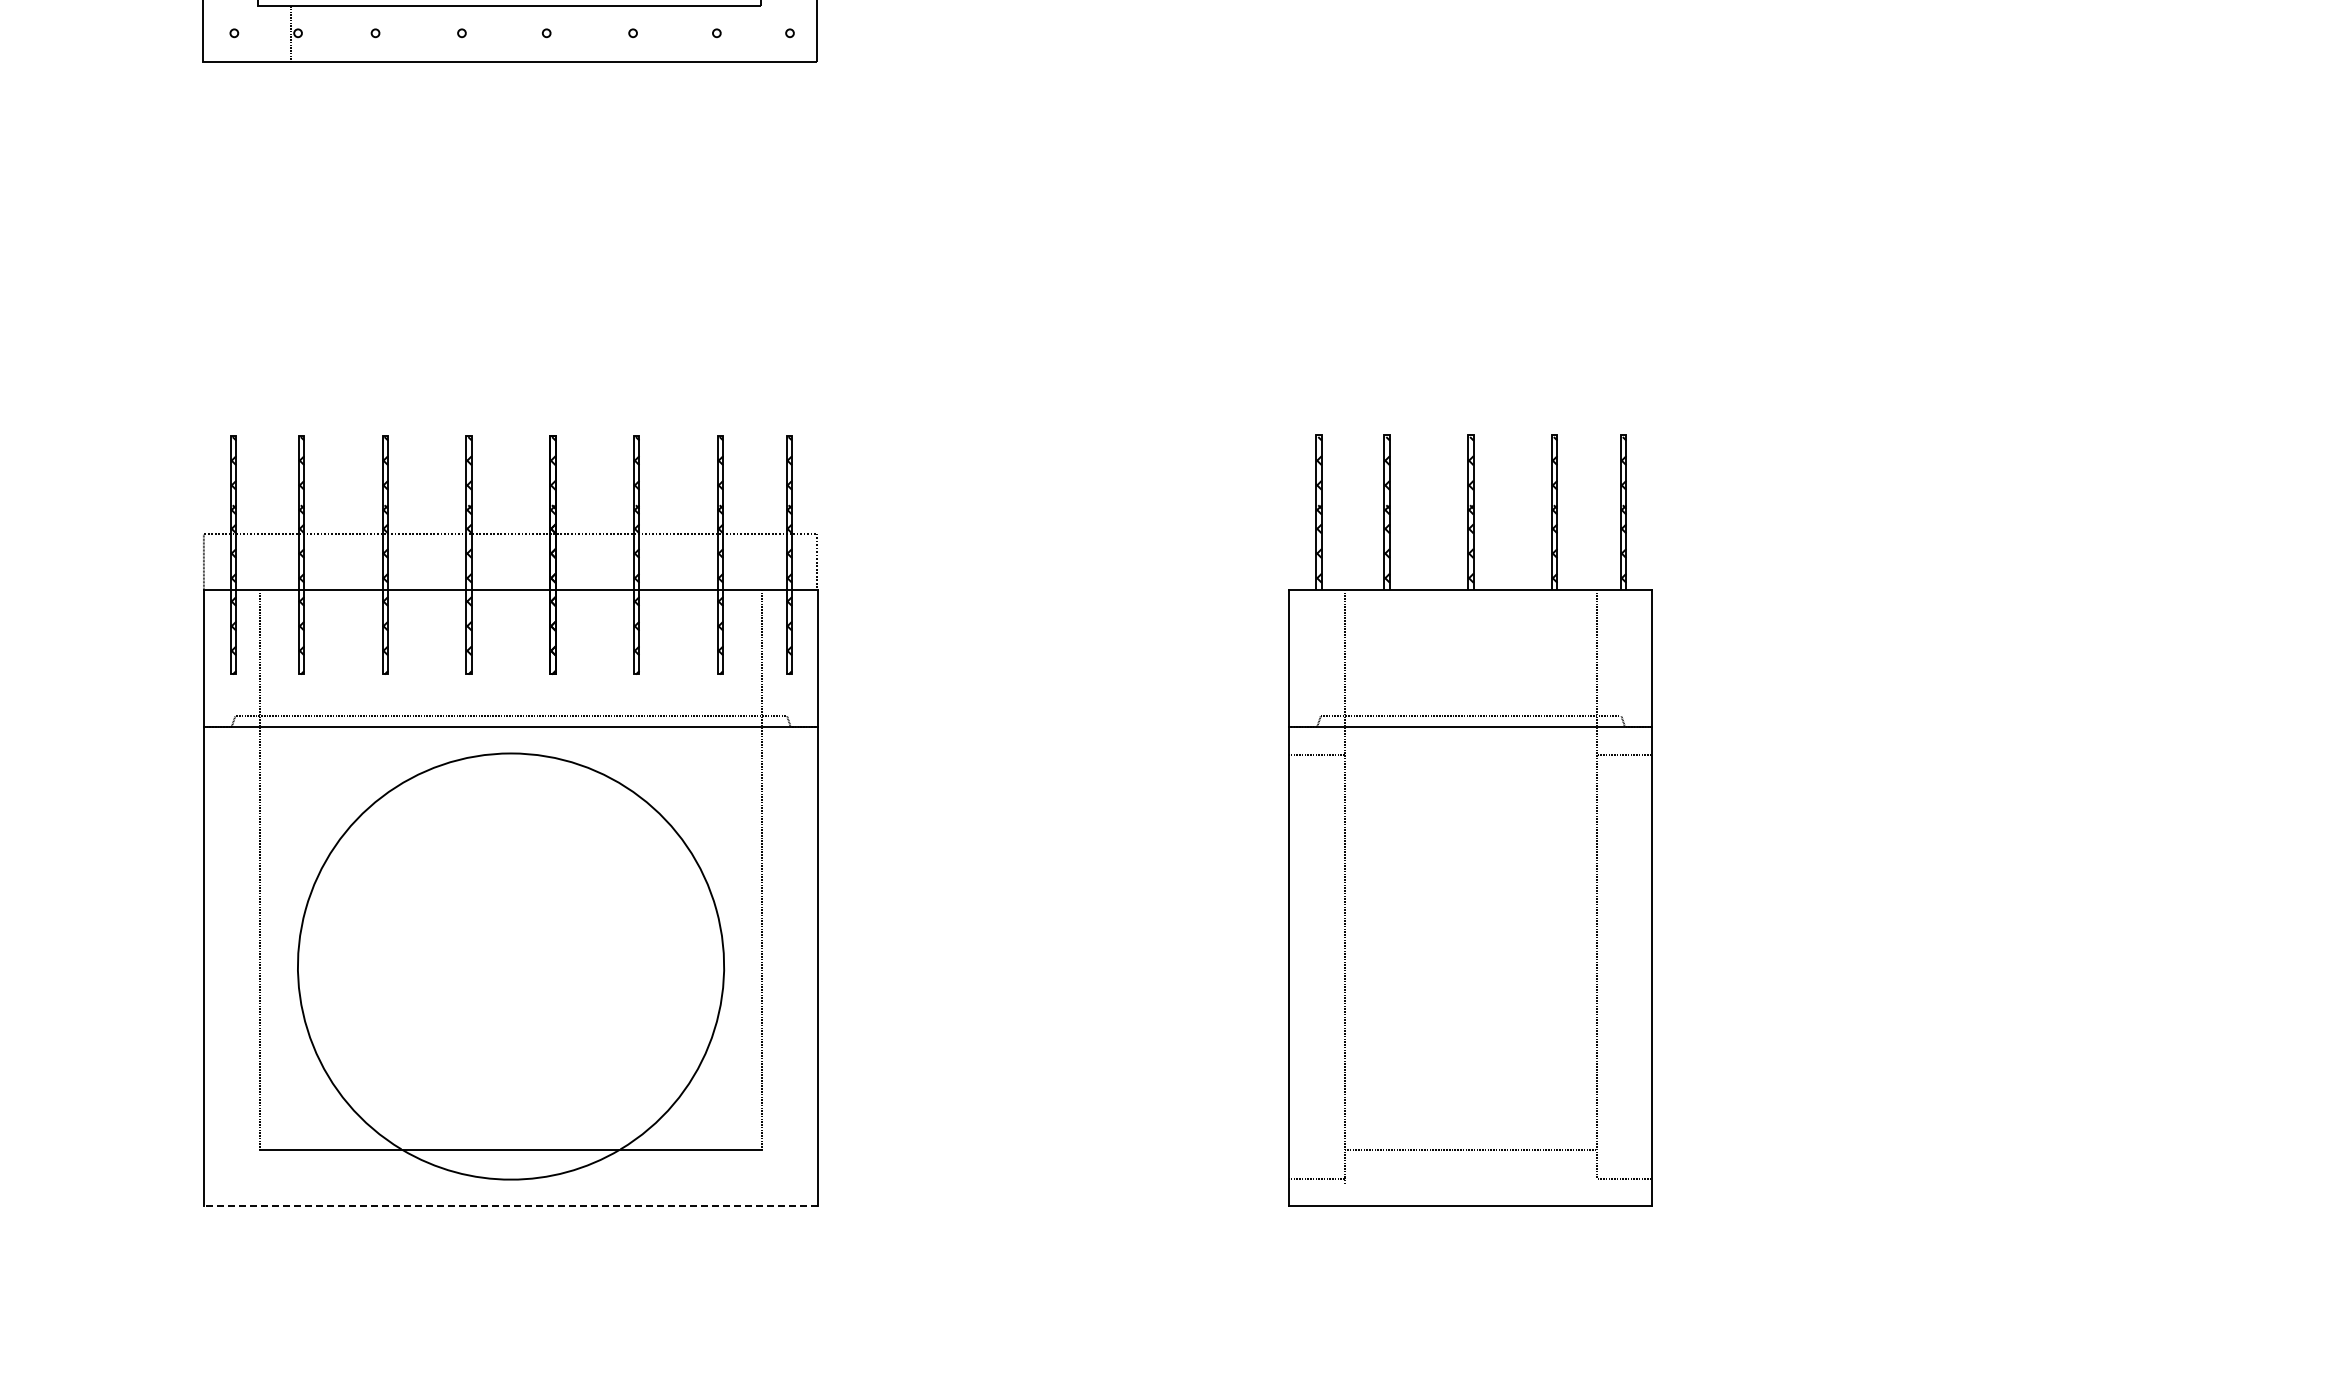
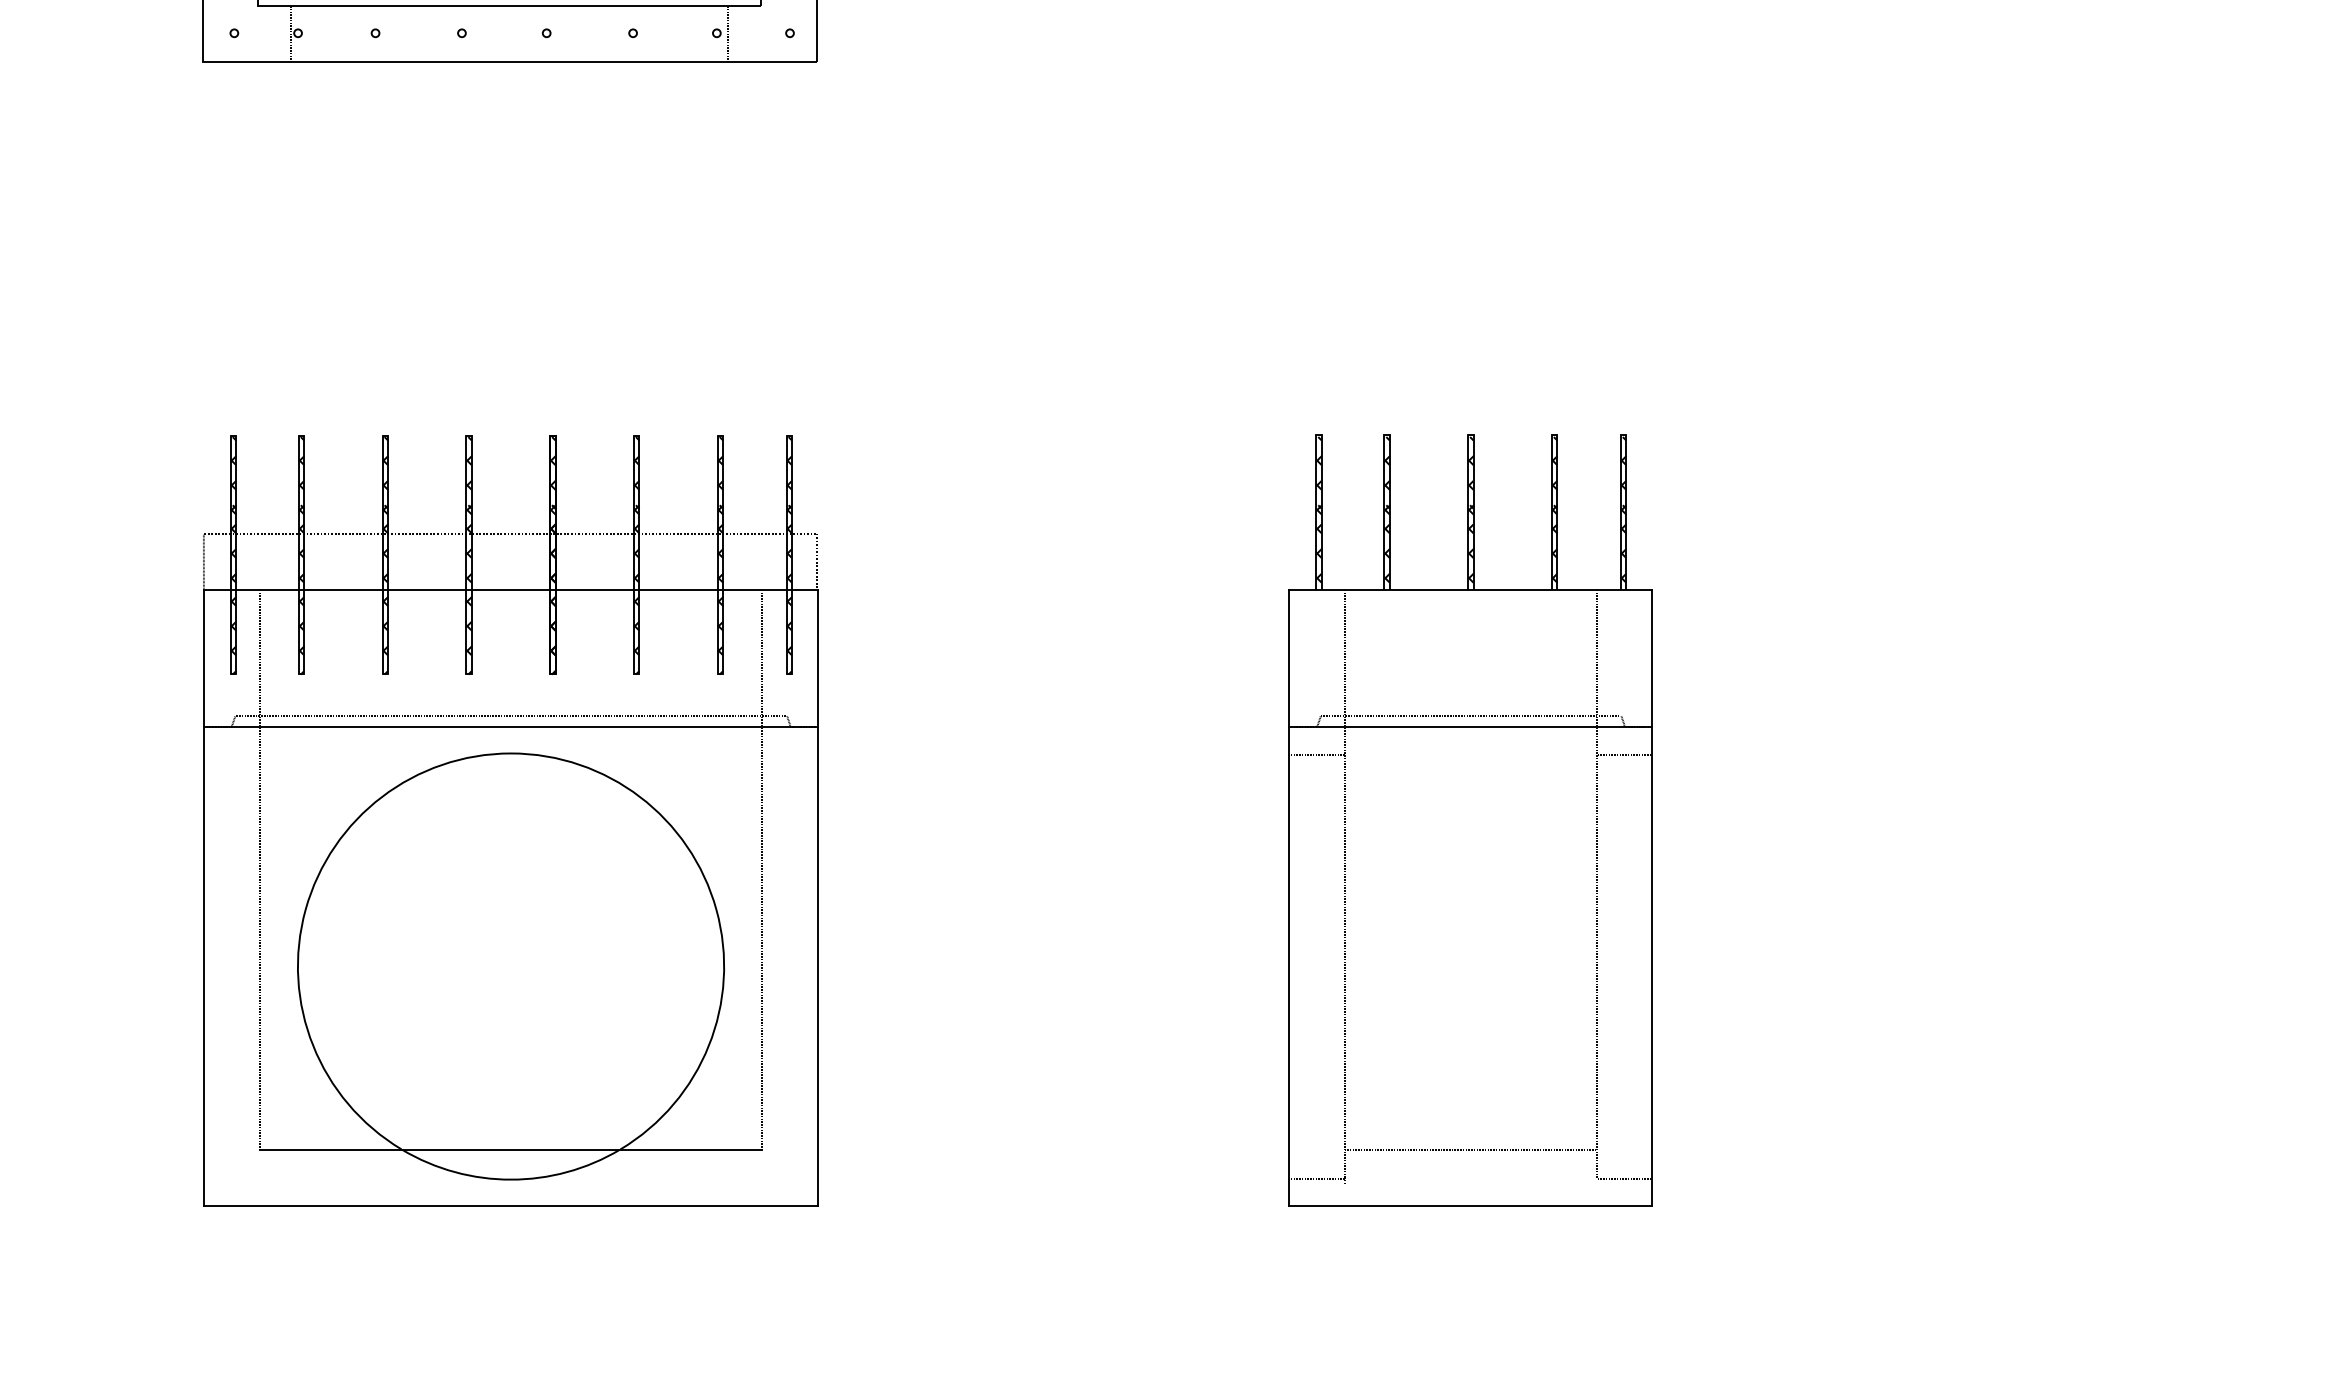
line at (728, 33): none -> present
line at (510, 1205): dashed -> solid
